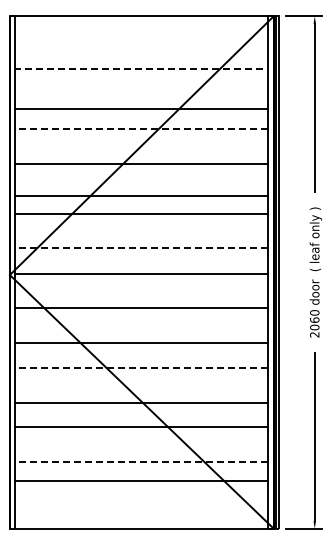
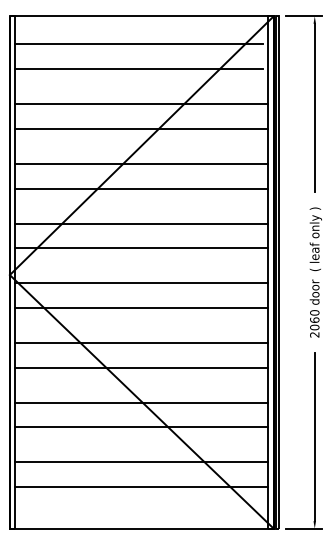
line at (139, 44): none -> present
line at (139, 69): dashed -> solid
line at (141, 109) position: (141, 109) -> (141, 104)
line at (141, 129): dashed -> solid
line at (141, 195) position: (141, 195) -> (141, 188)
line at (141, 213) position: (141, 213) -> (141, 223)
line at (141, 248): dashed -> solid
line at (141, 274) position: (141, 274) -> (141, 283)
line at (141, 367): dashed -> solid
line at (141, 462): dashed -> solid
line at (141, 481) position: (141, 481) -> (141, 487)
